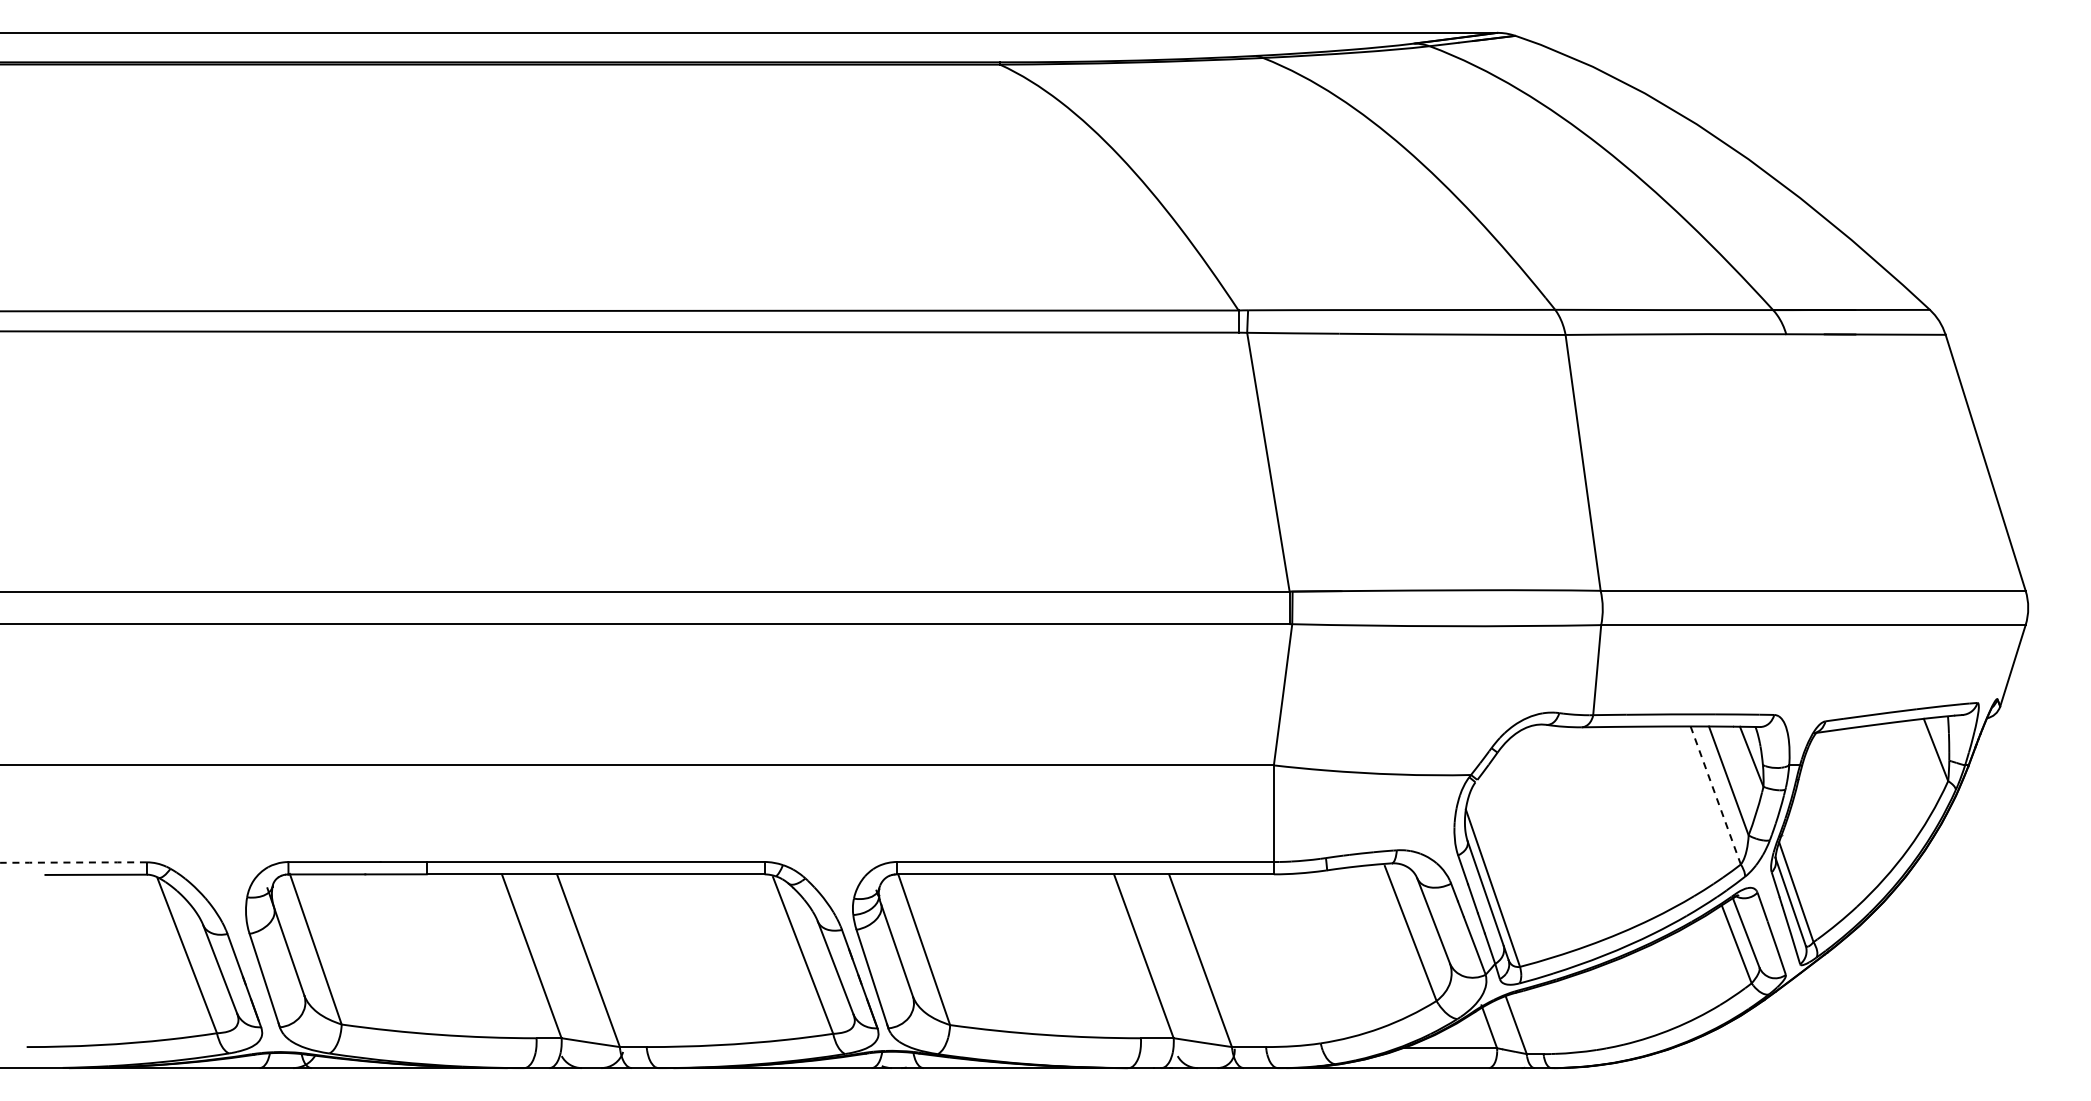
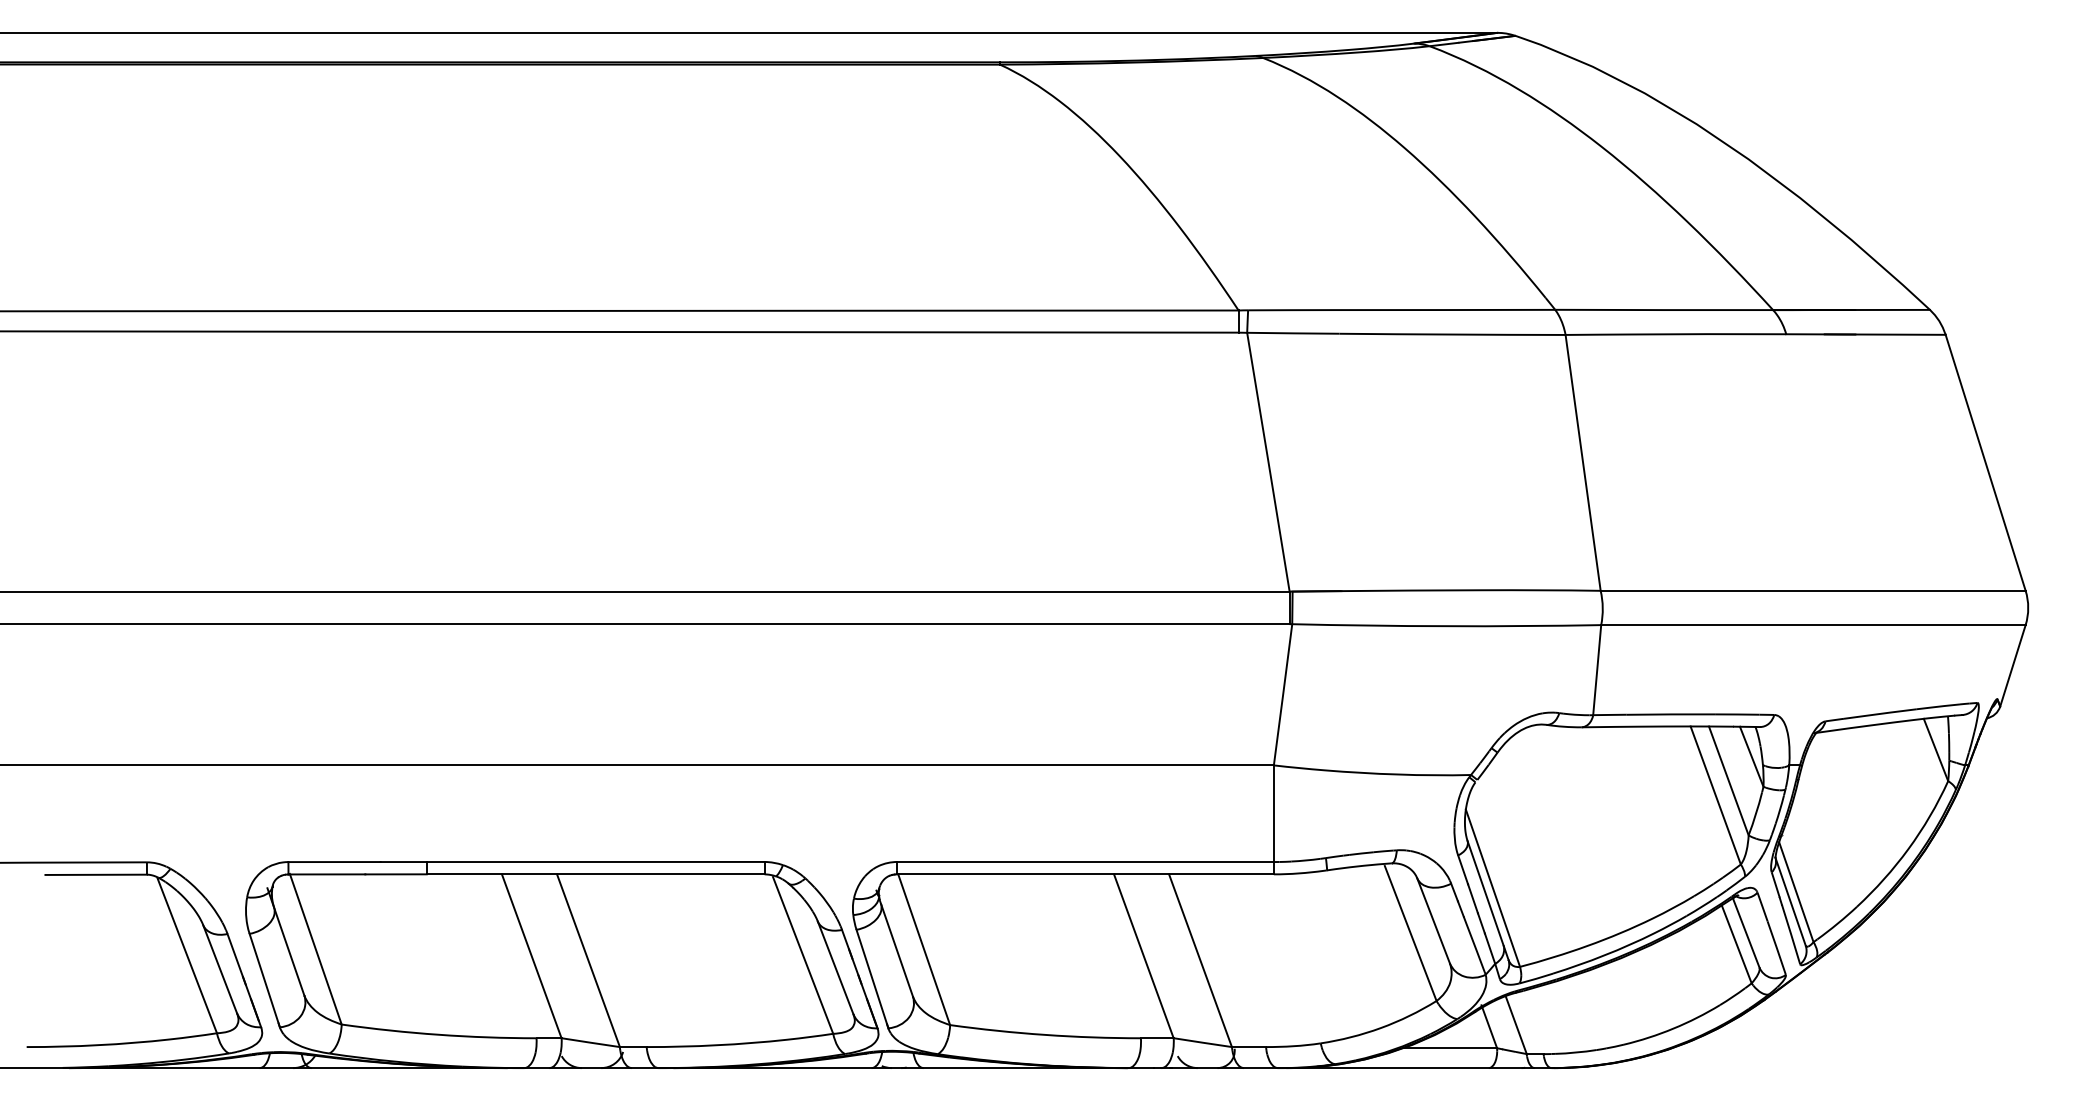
line at (1715, 795): dashed -> solid
arc at (73, 862): dashed -> solid
